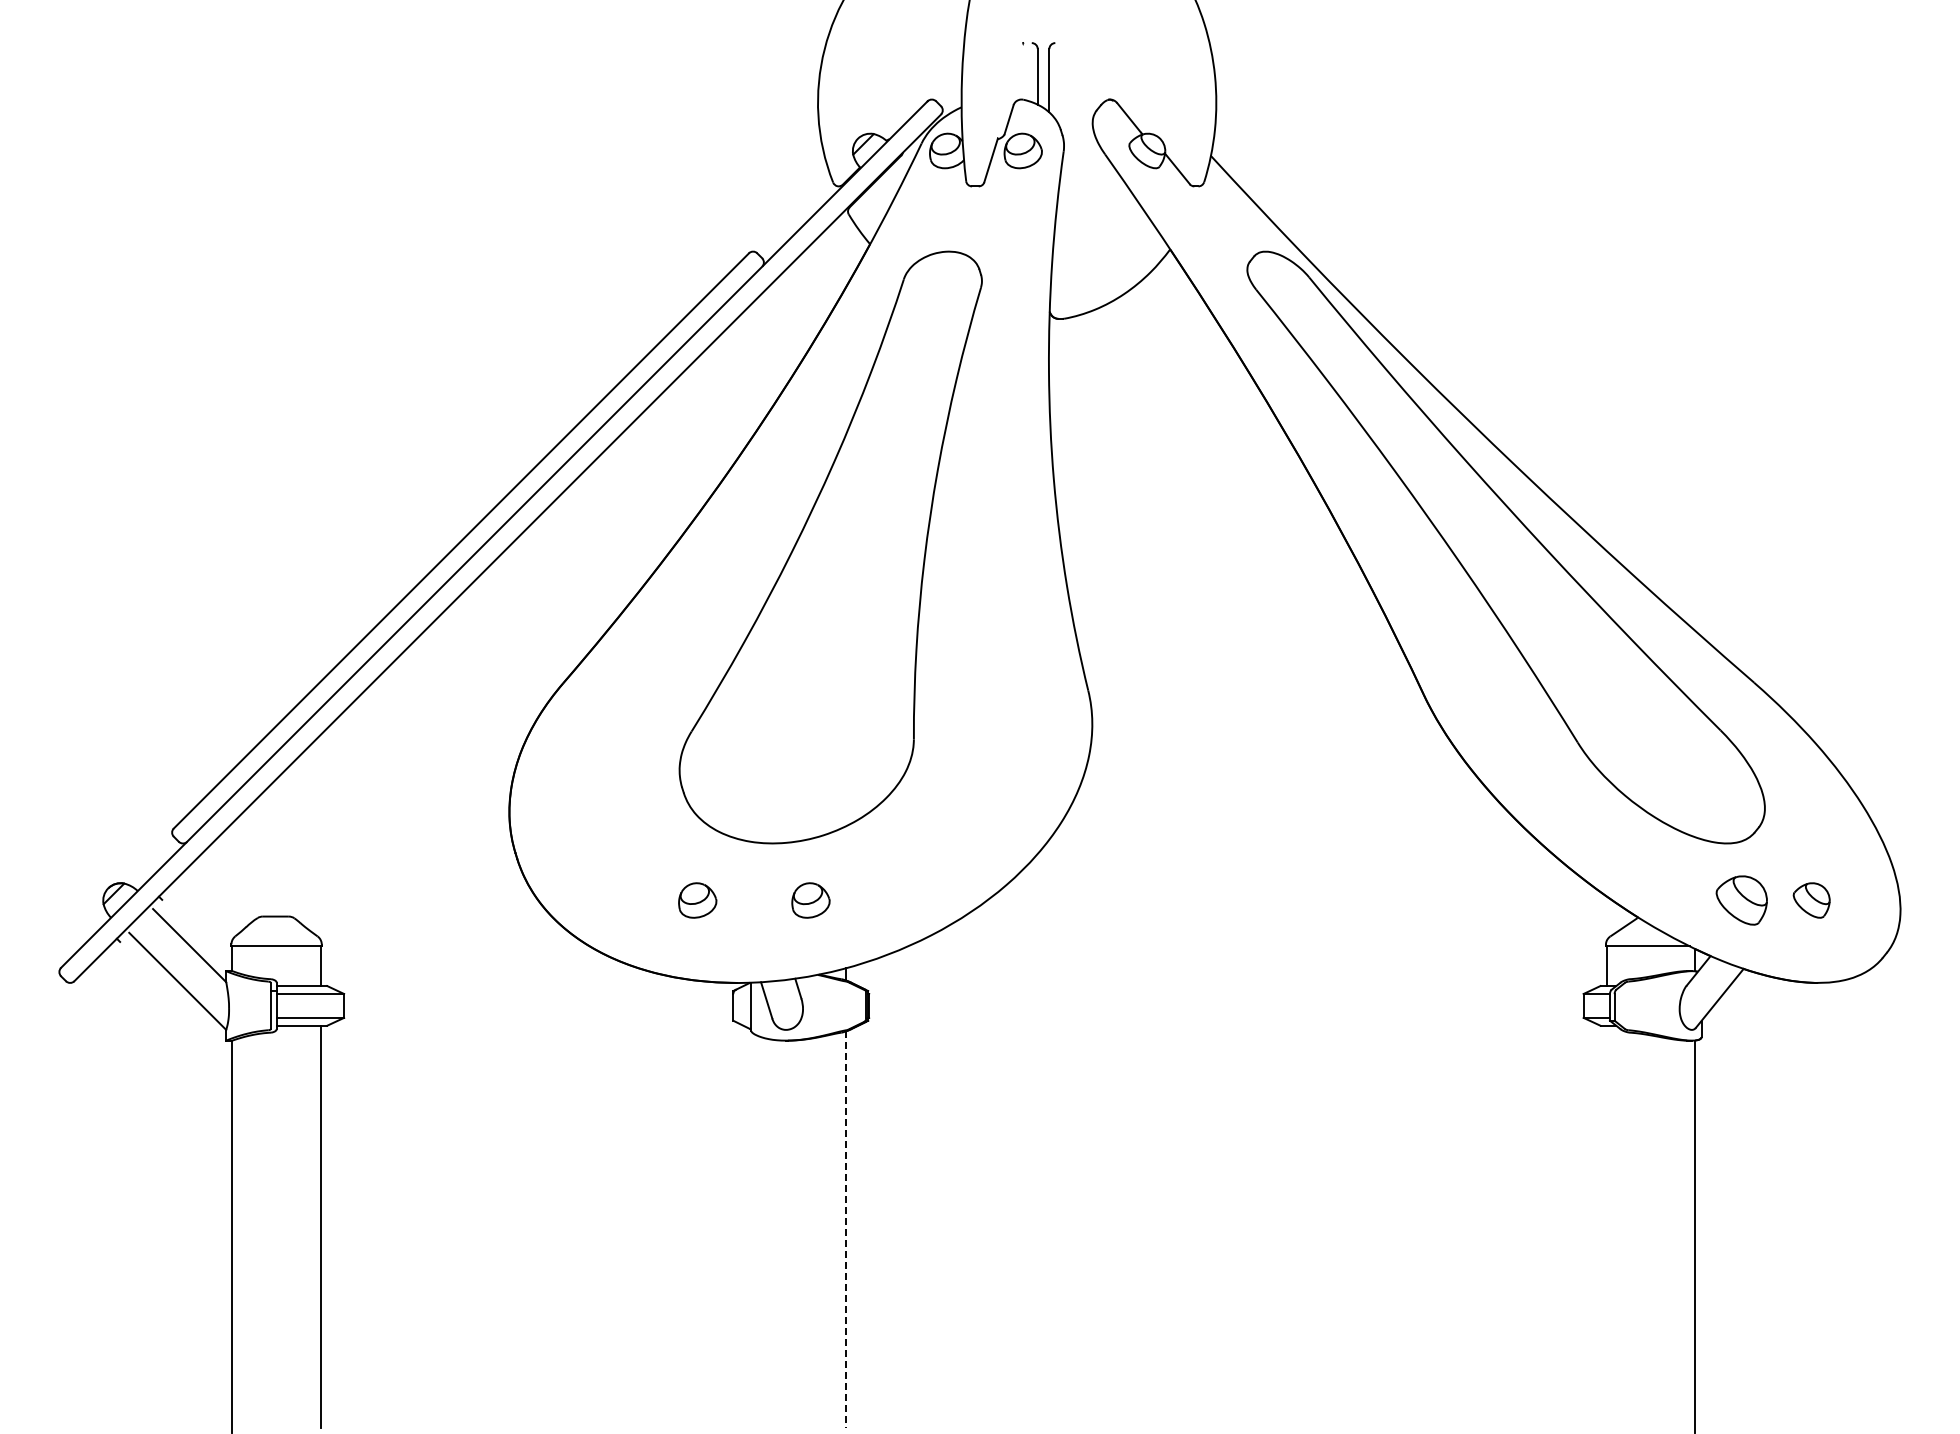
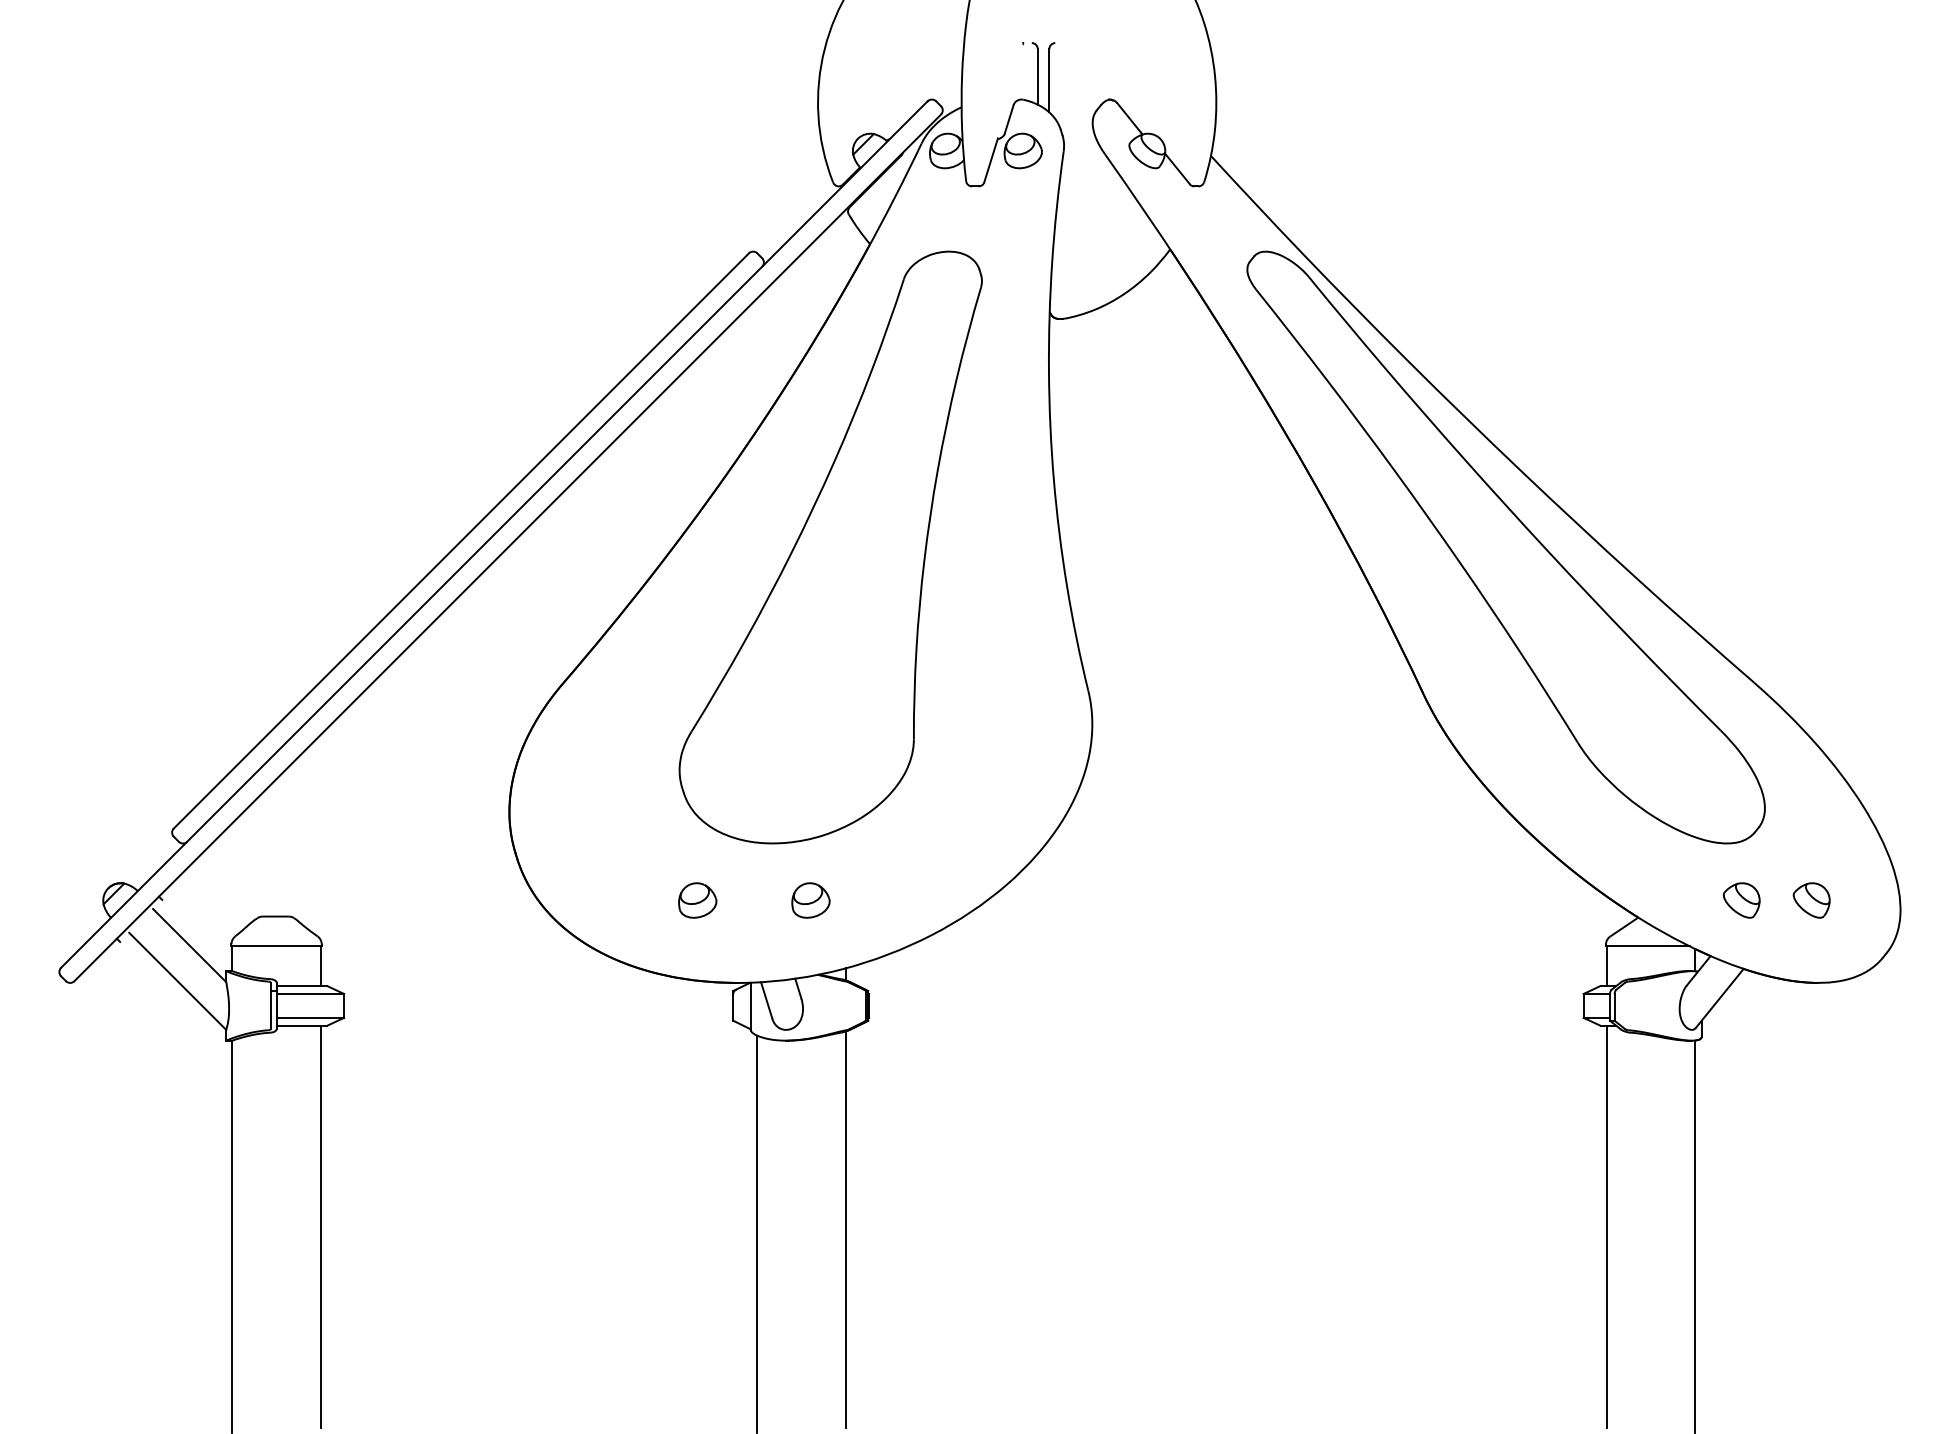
part at (1741, 900) size: 53x51 px -> 39x37 px
line at (1606, 1226): none -> present
line at (845, 1230): dashed -> solid
line at (757, 1232): none -> present
